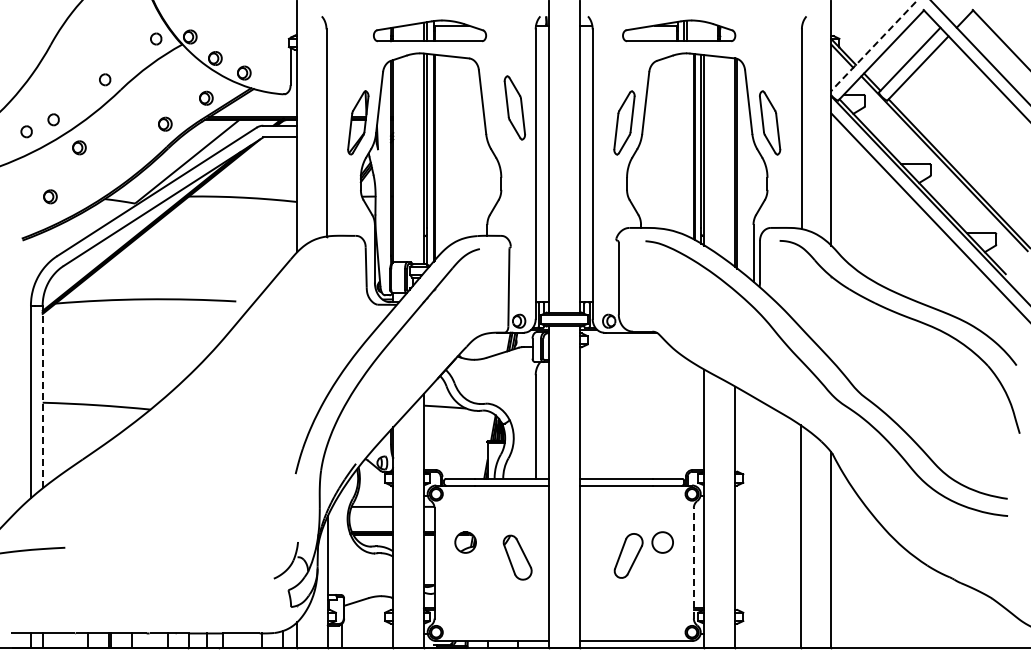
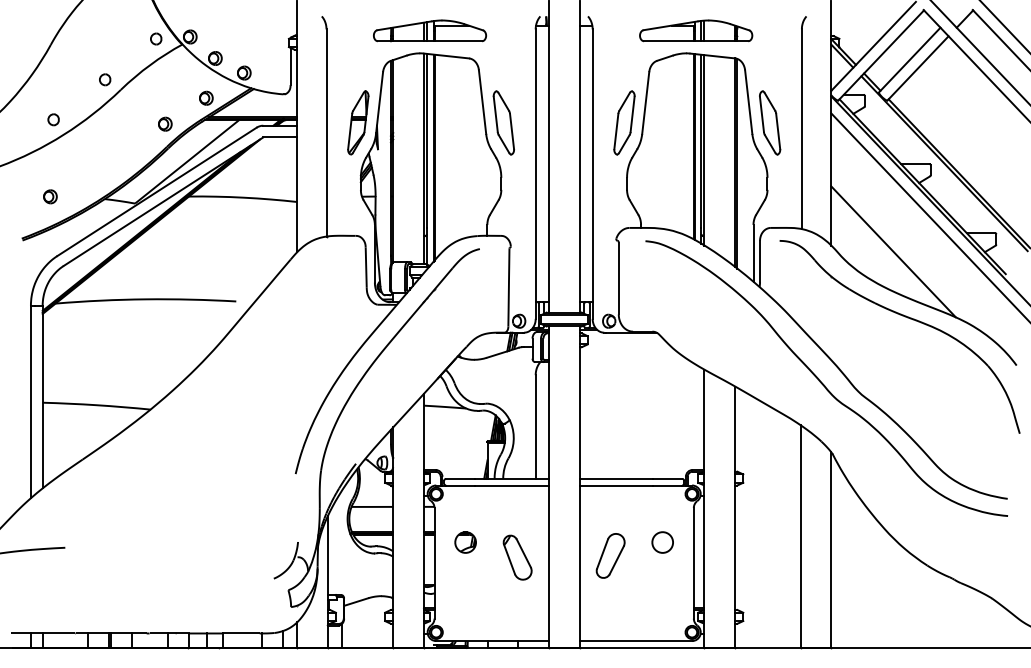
line at (1004, 26): none -> present
part at (679, 30) position: (679, 30) -> (696, 30)
line at (873, 46): dashed -> solid
part at (514, 107) position: (514, 107) -> (503, 122)
part at (26, 131): present -> none
part at (79, 147): present -> none
line at (893, 251): none -> present
line at (42, 396): dashed -> solid
part at (628, 555) position: (628, 555) -> (610, 555)
line at (693, 562): dashed -> solid
